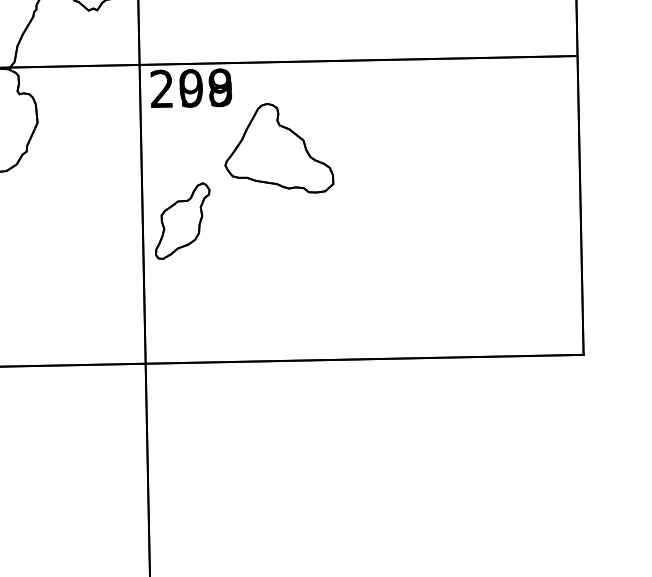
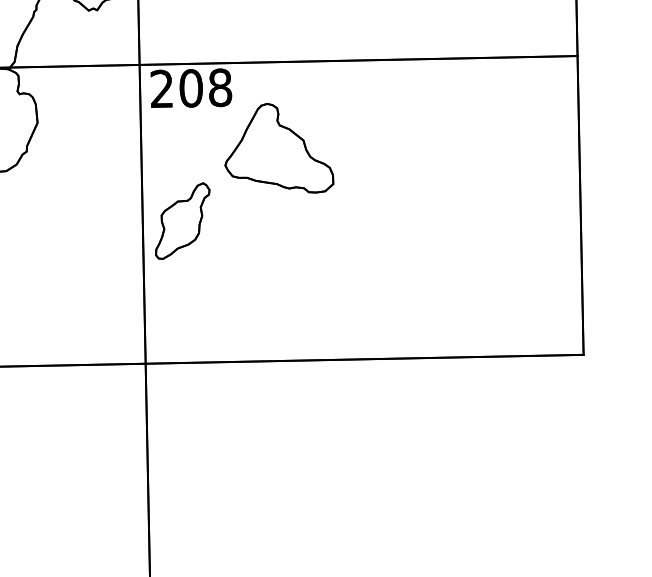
text at (205, 87): 299 -> 208
